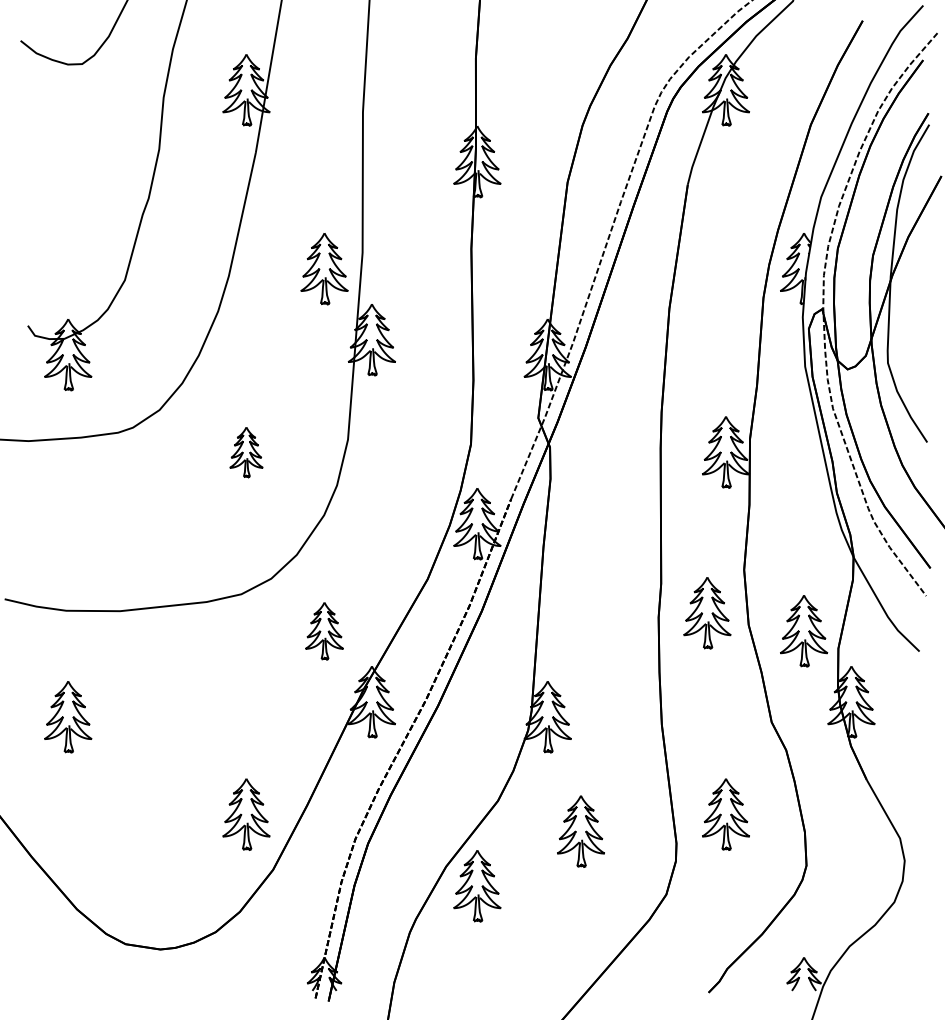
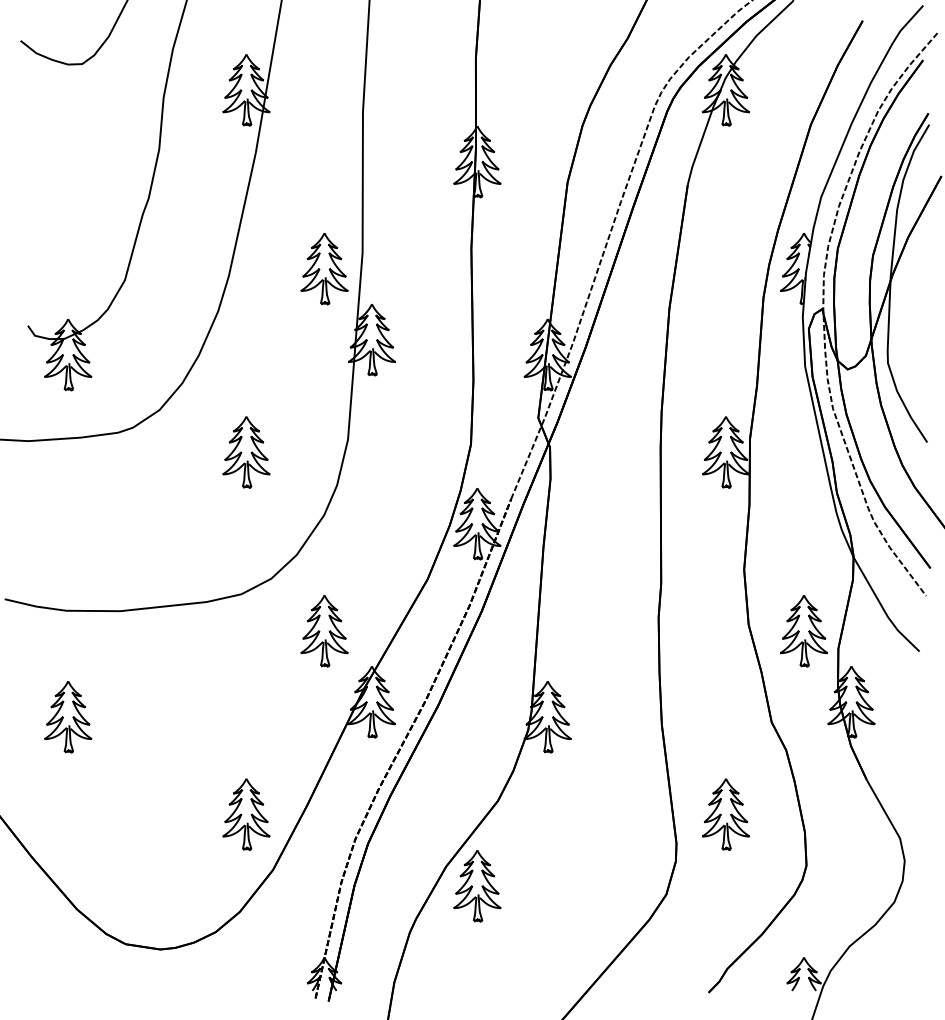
part at (246, 452) size: 35x52 px -> 49x73 px
part at (707, 613): present -> none
part at (324, 631) size: 39x59 px -> 49x73 px
part at (580, 831): present -> none
